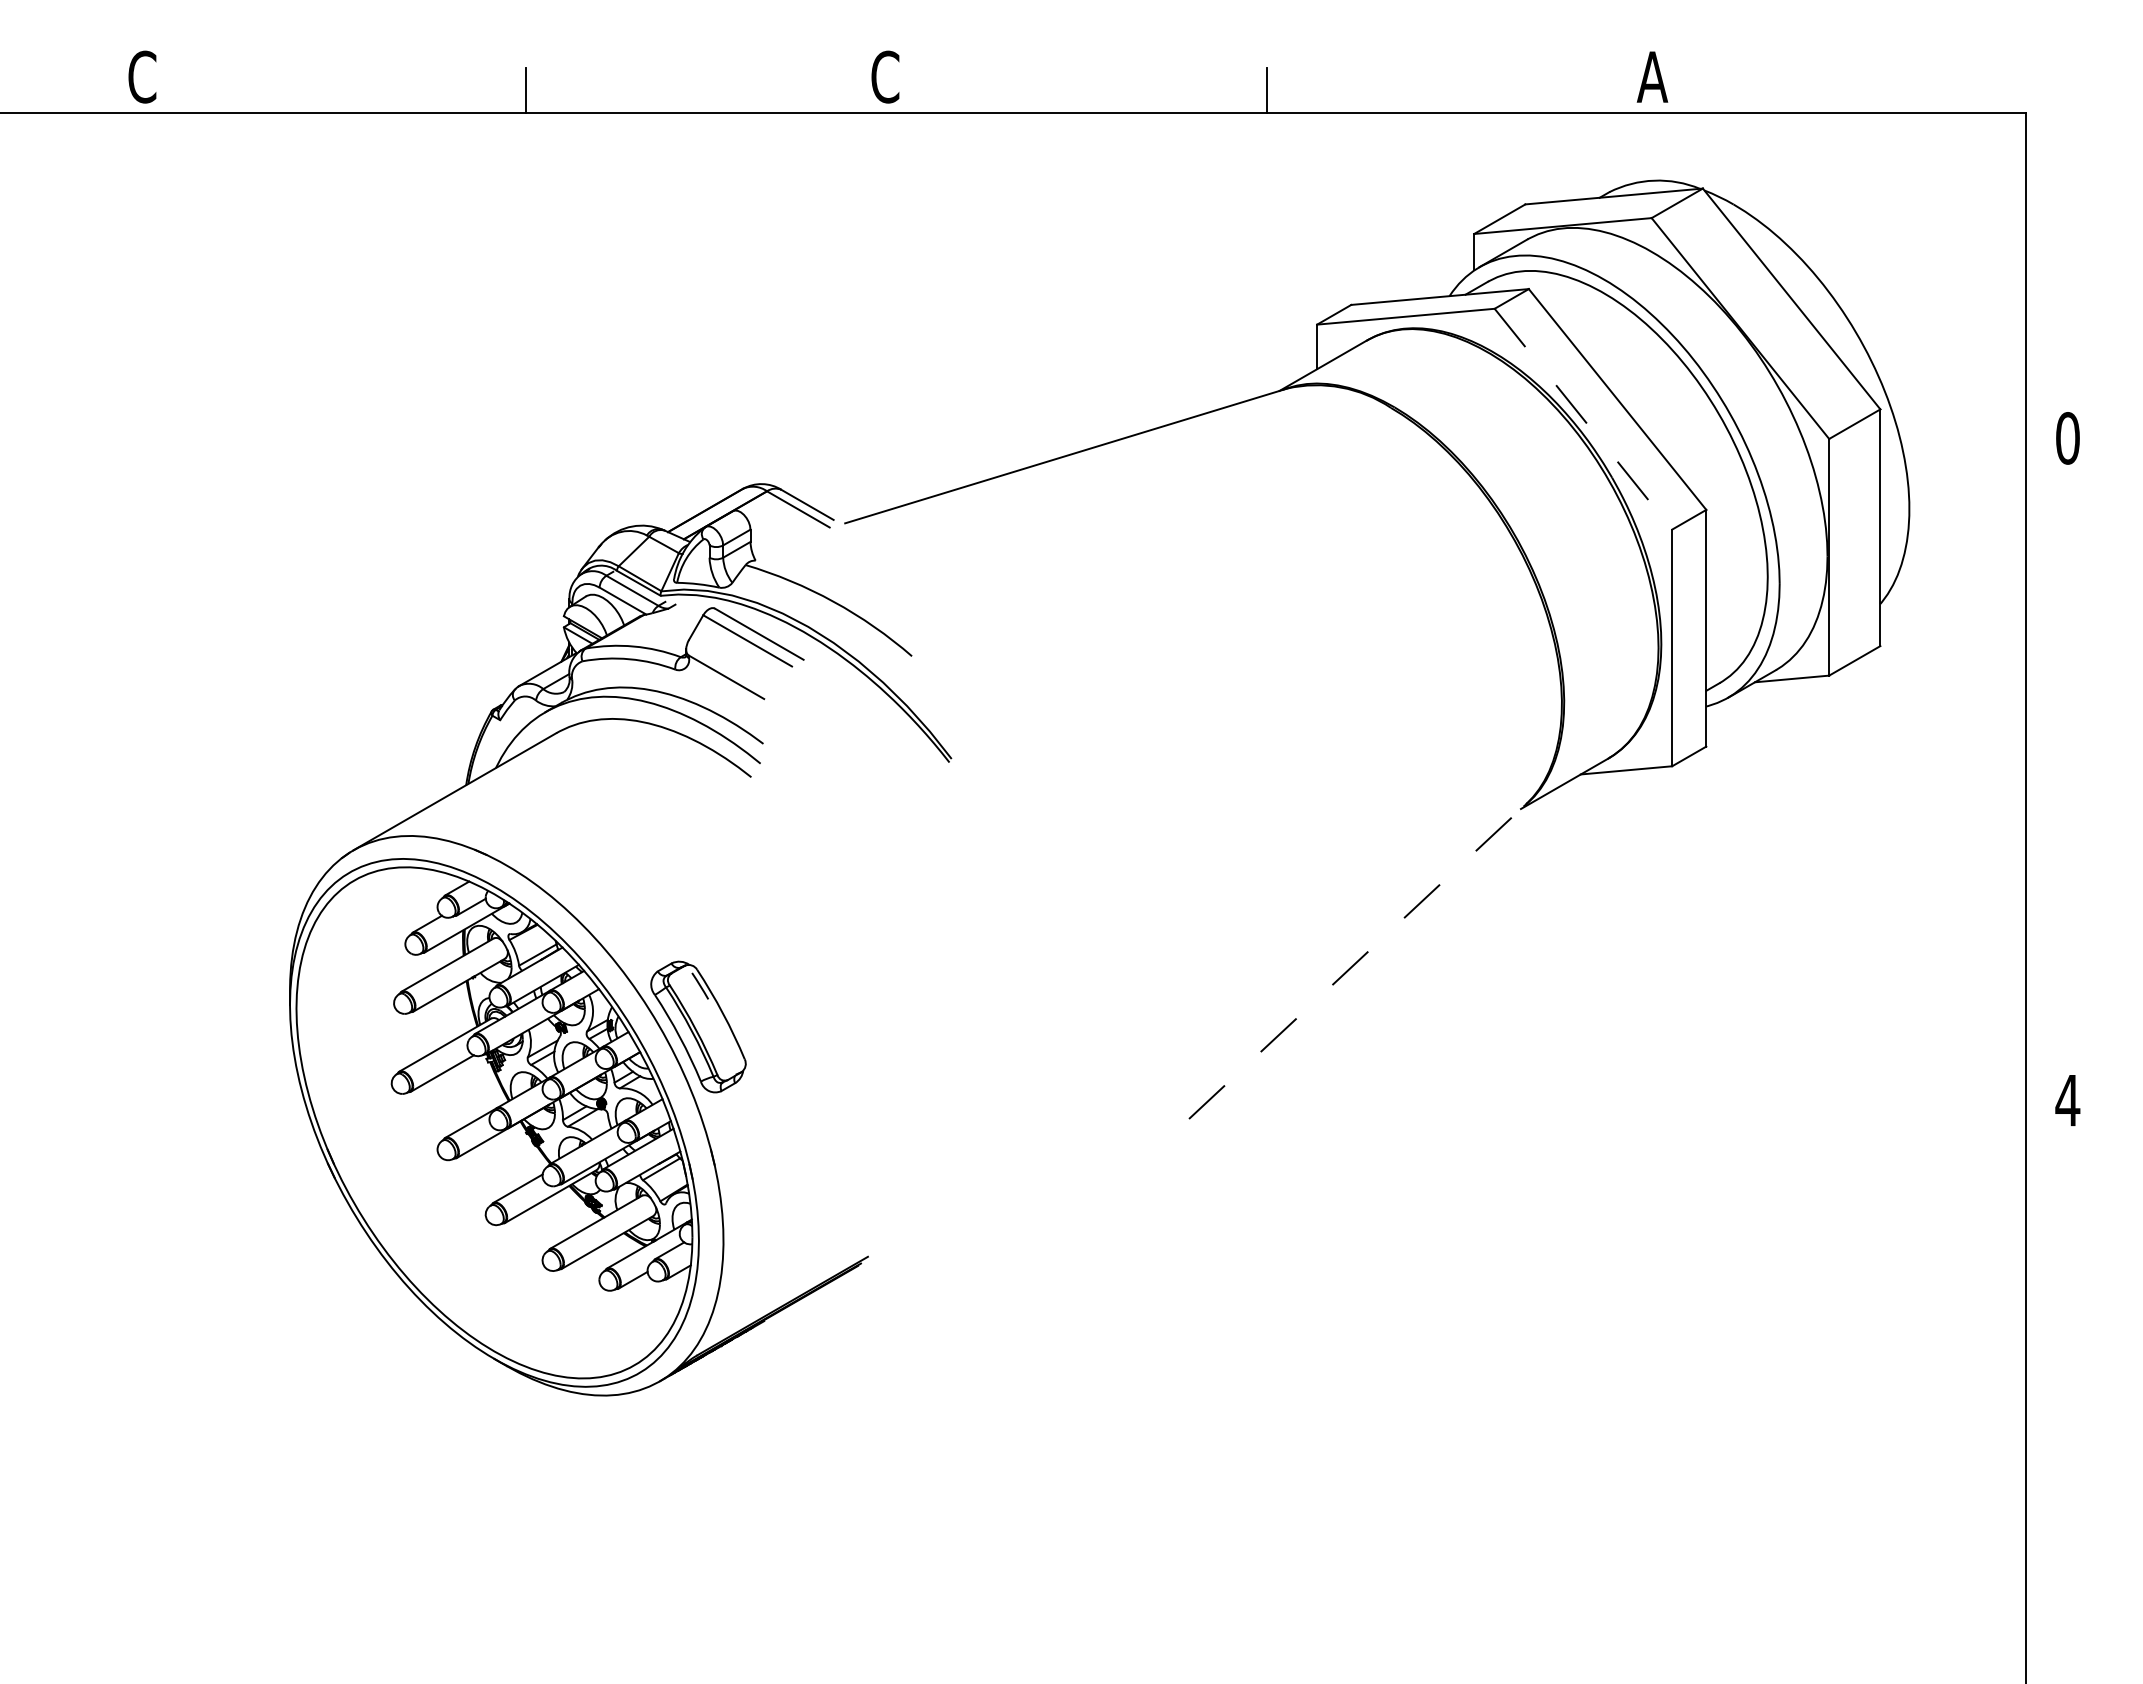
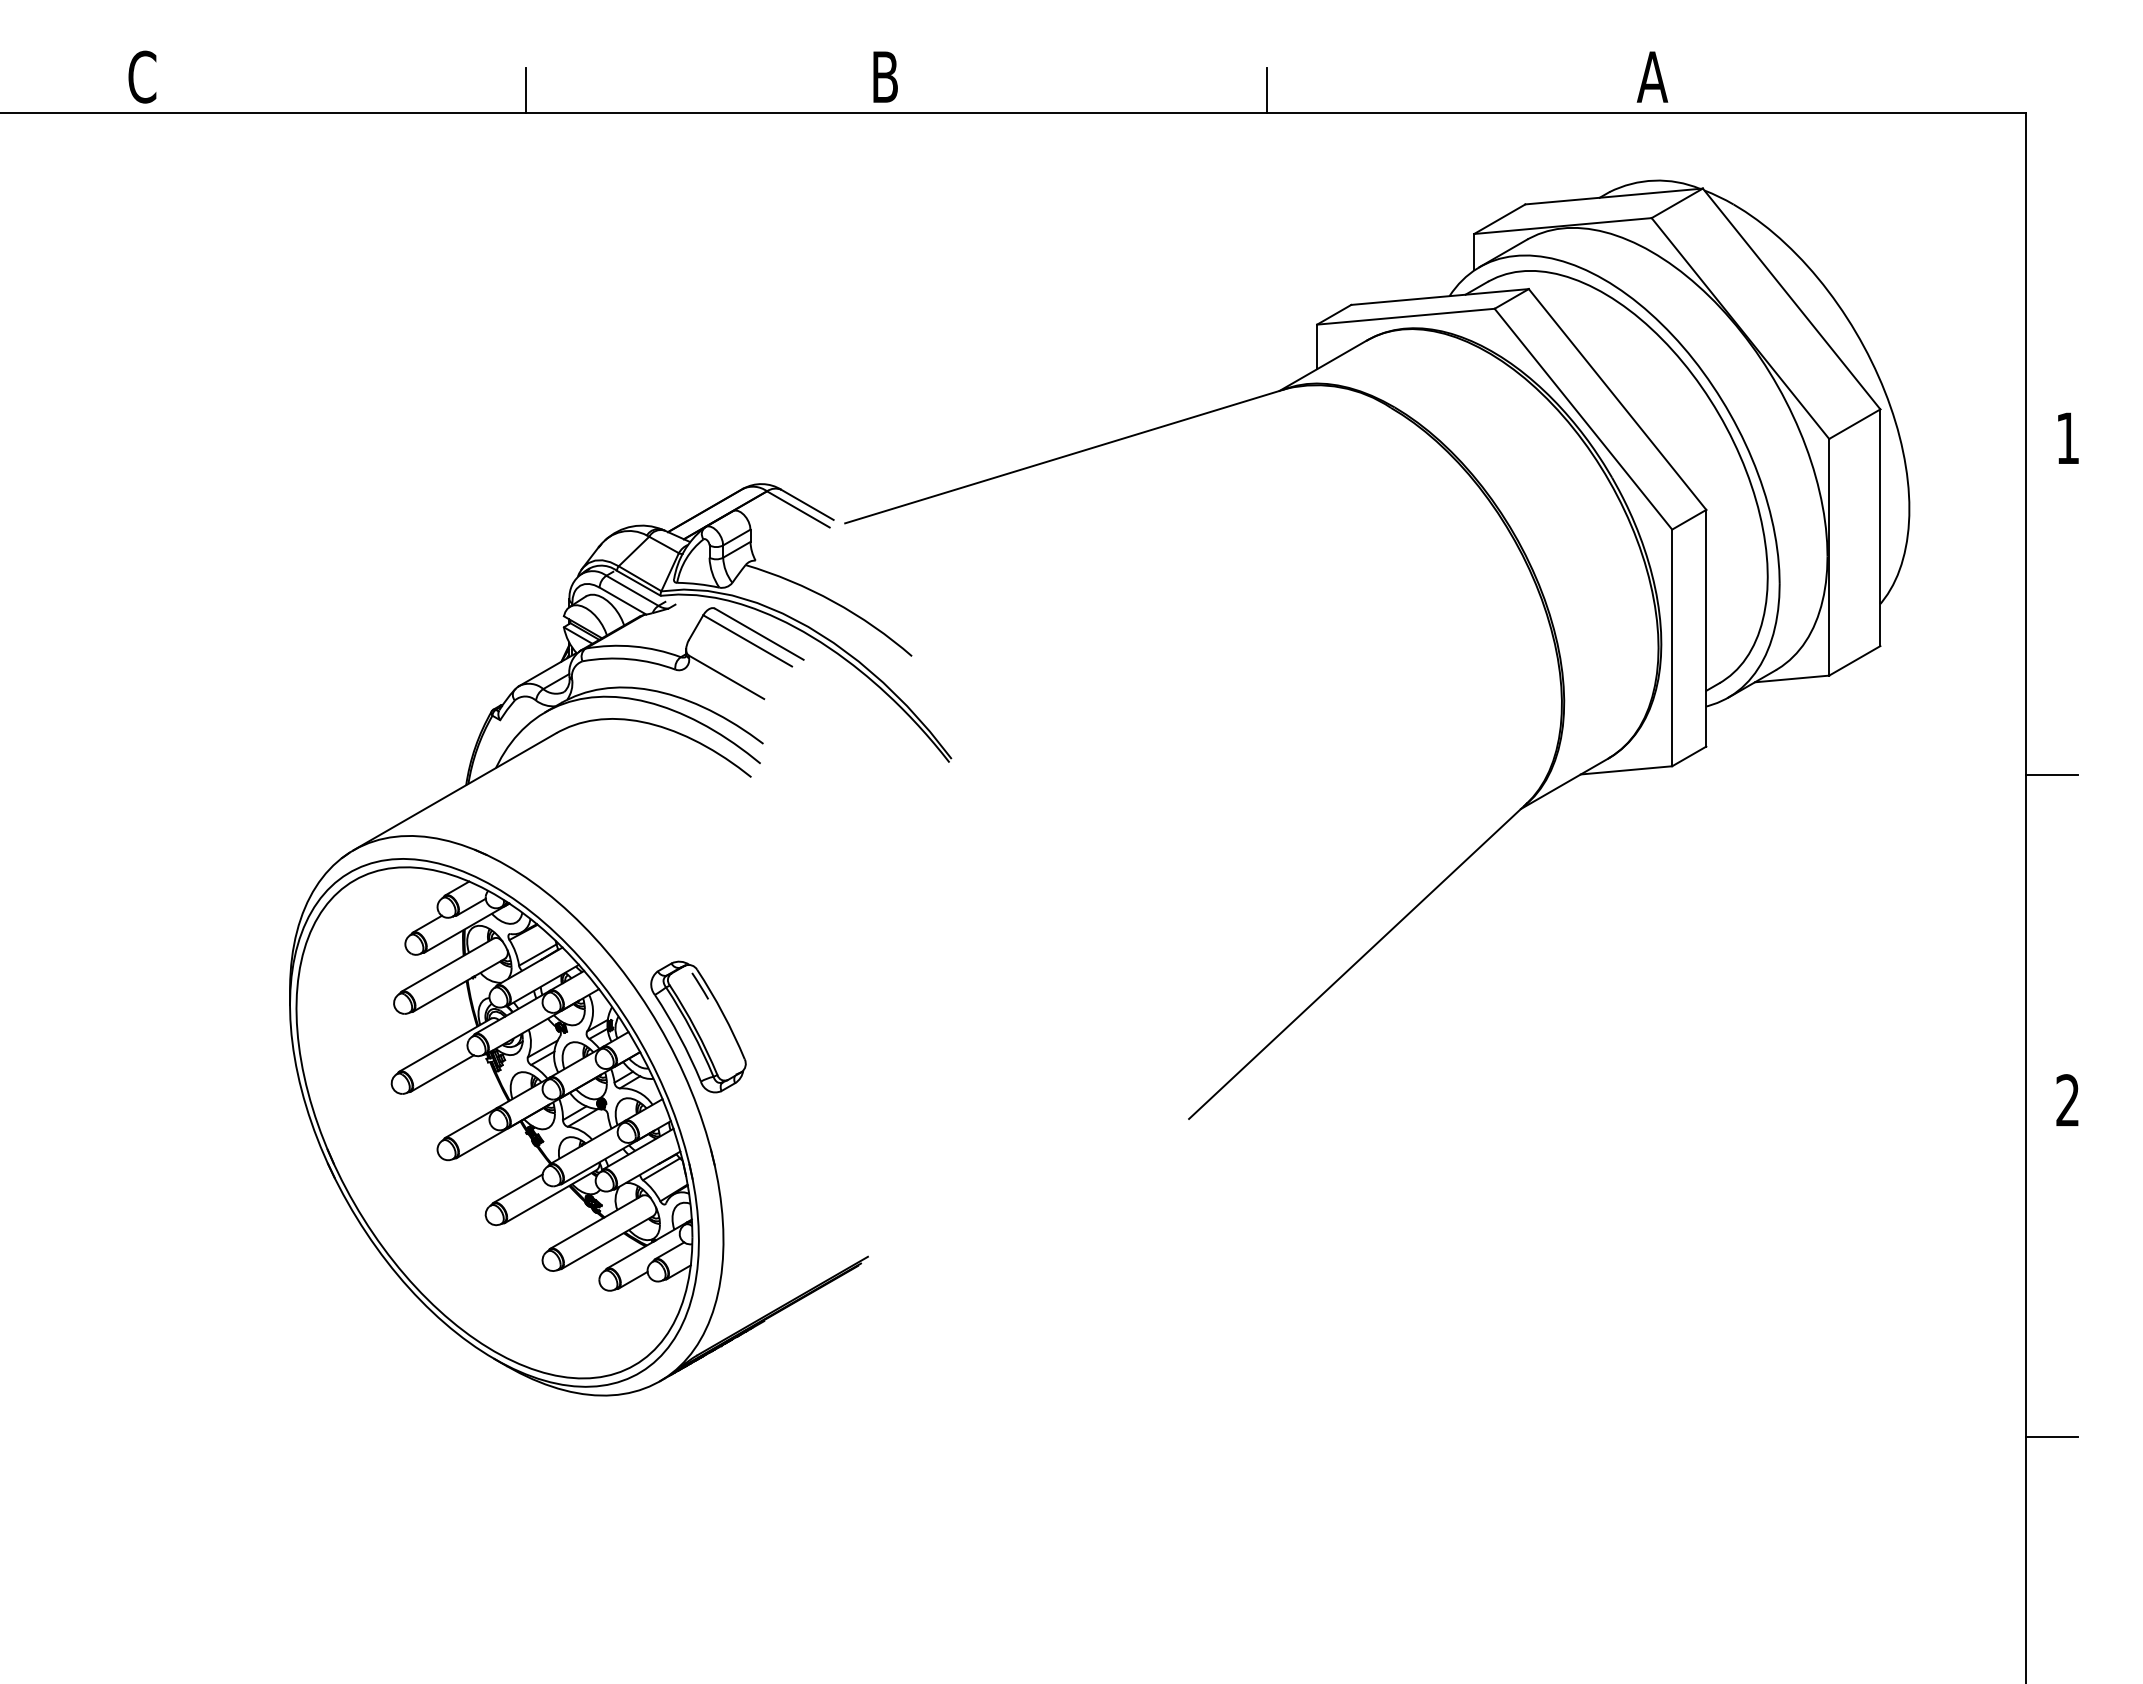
text at (885, 76): C -> B
line at (1583, 419): dashed -> solid
text at (2067, 438): 0 -> 1
line at (2051, 775): none -> present
line at (1358, 960): dashed -> solid
text at (2067, 1100): 4 -> 2
line at (2051, 1437): none -> present
